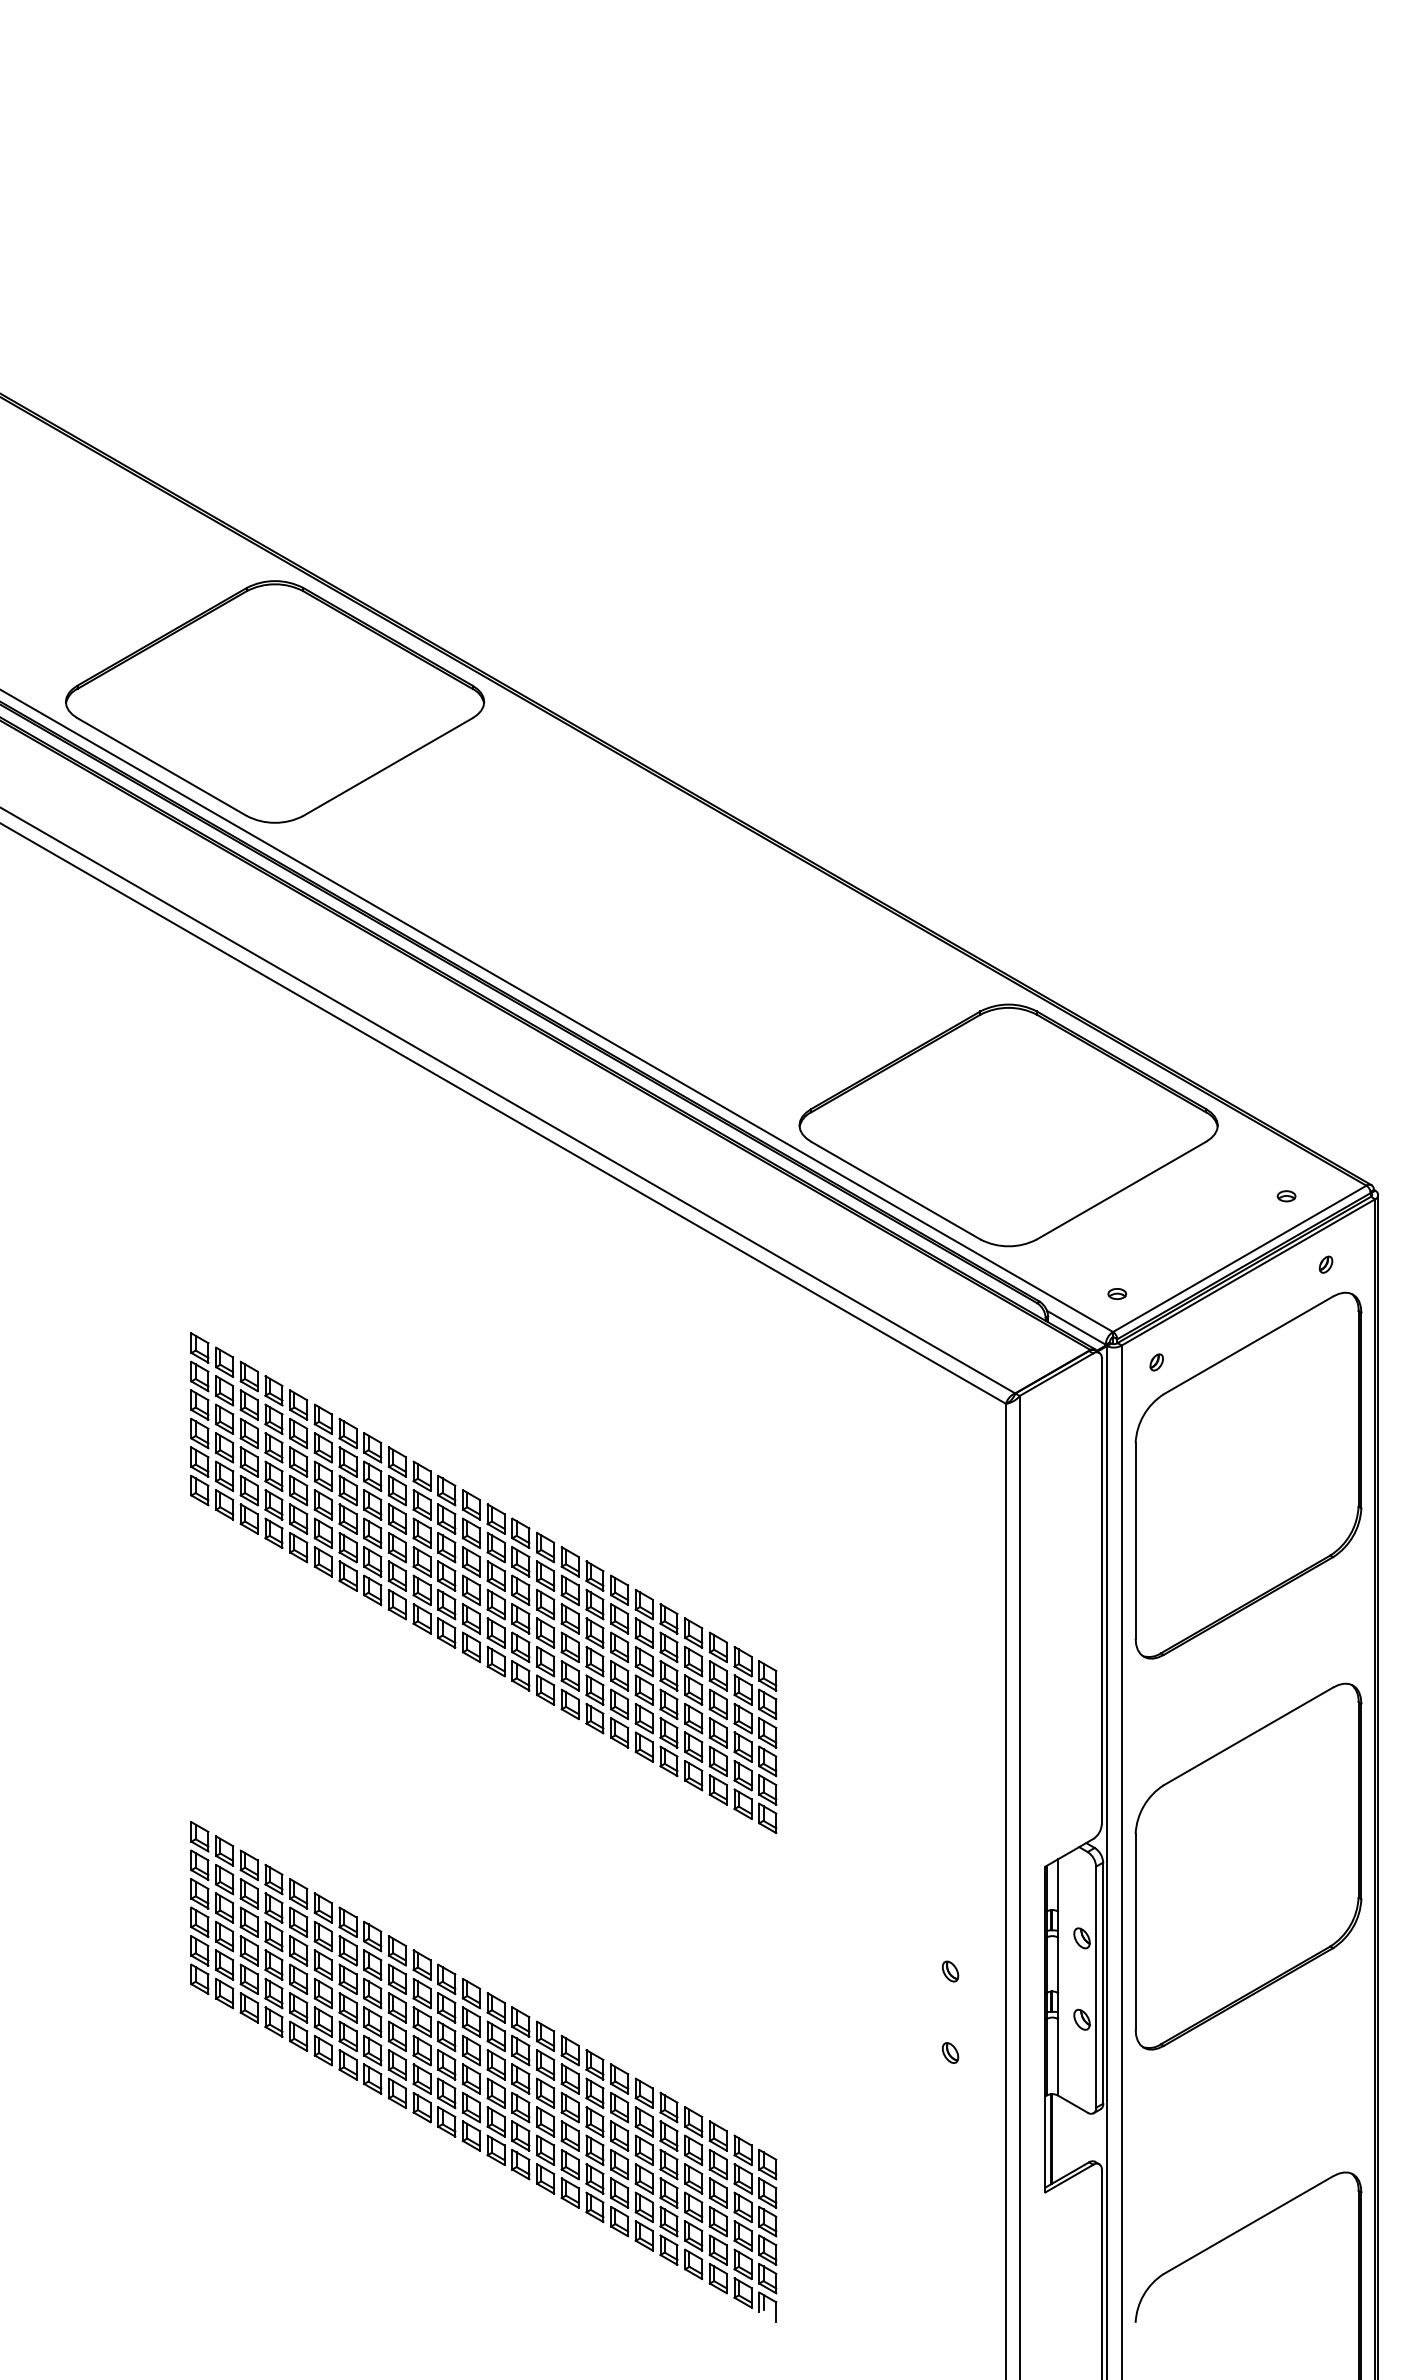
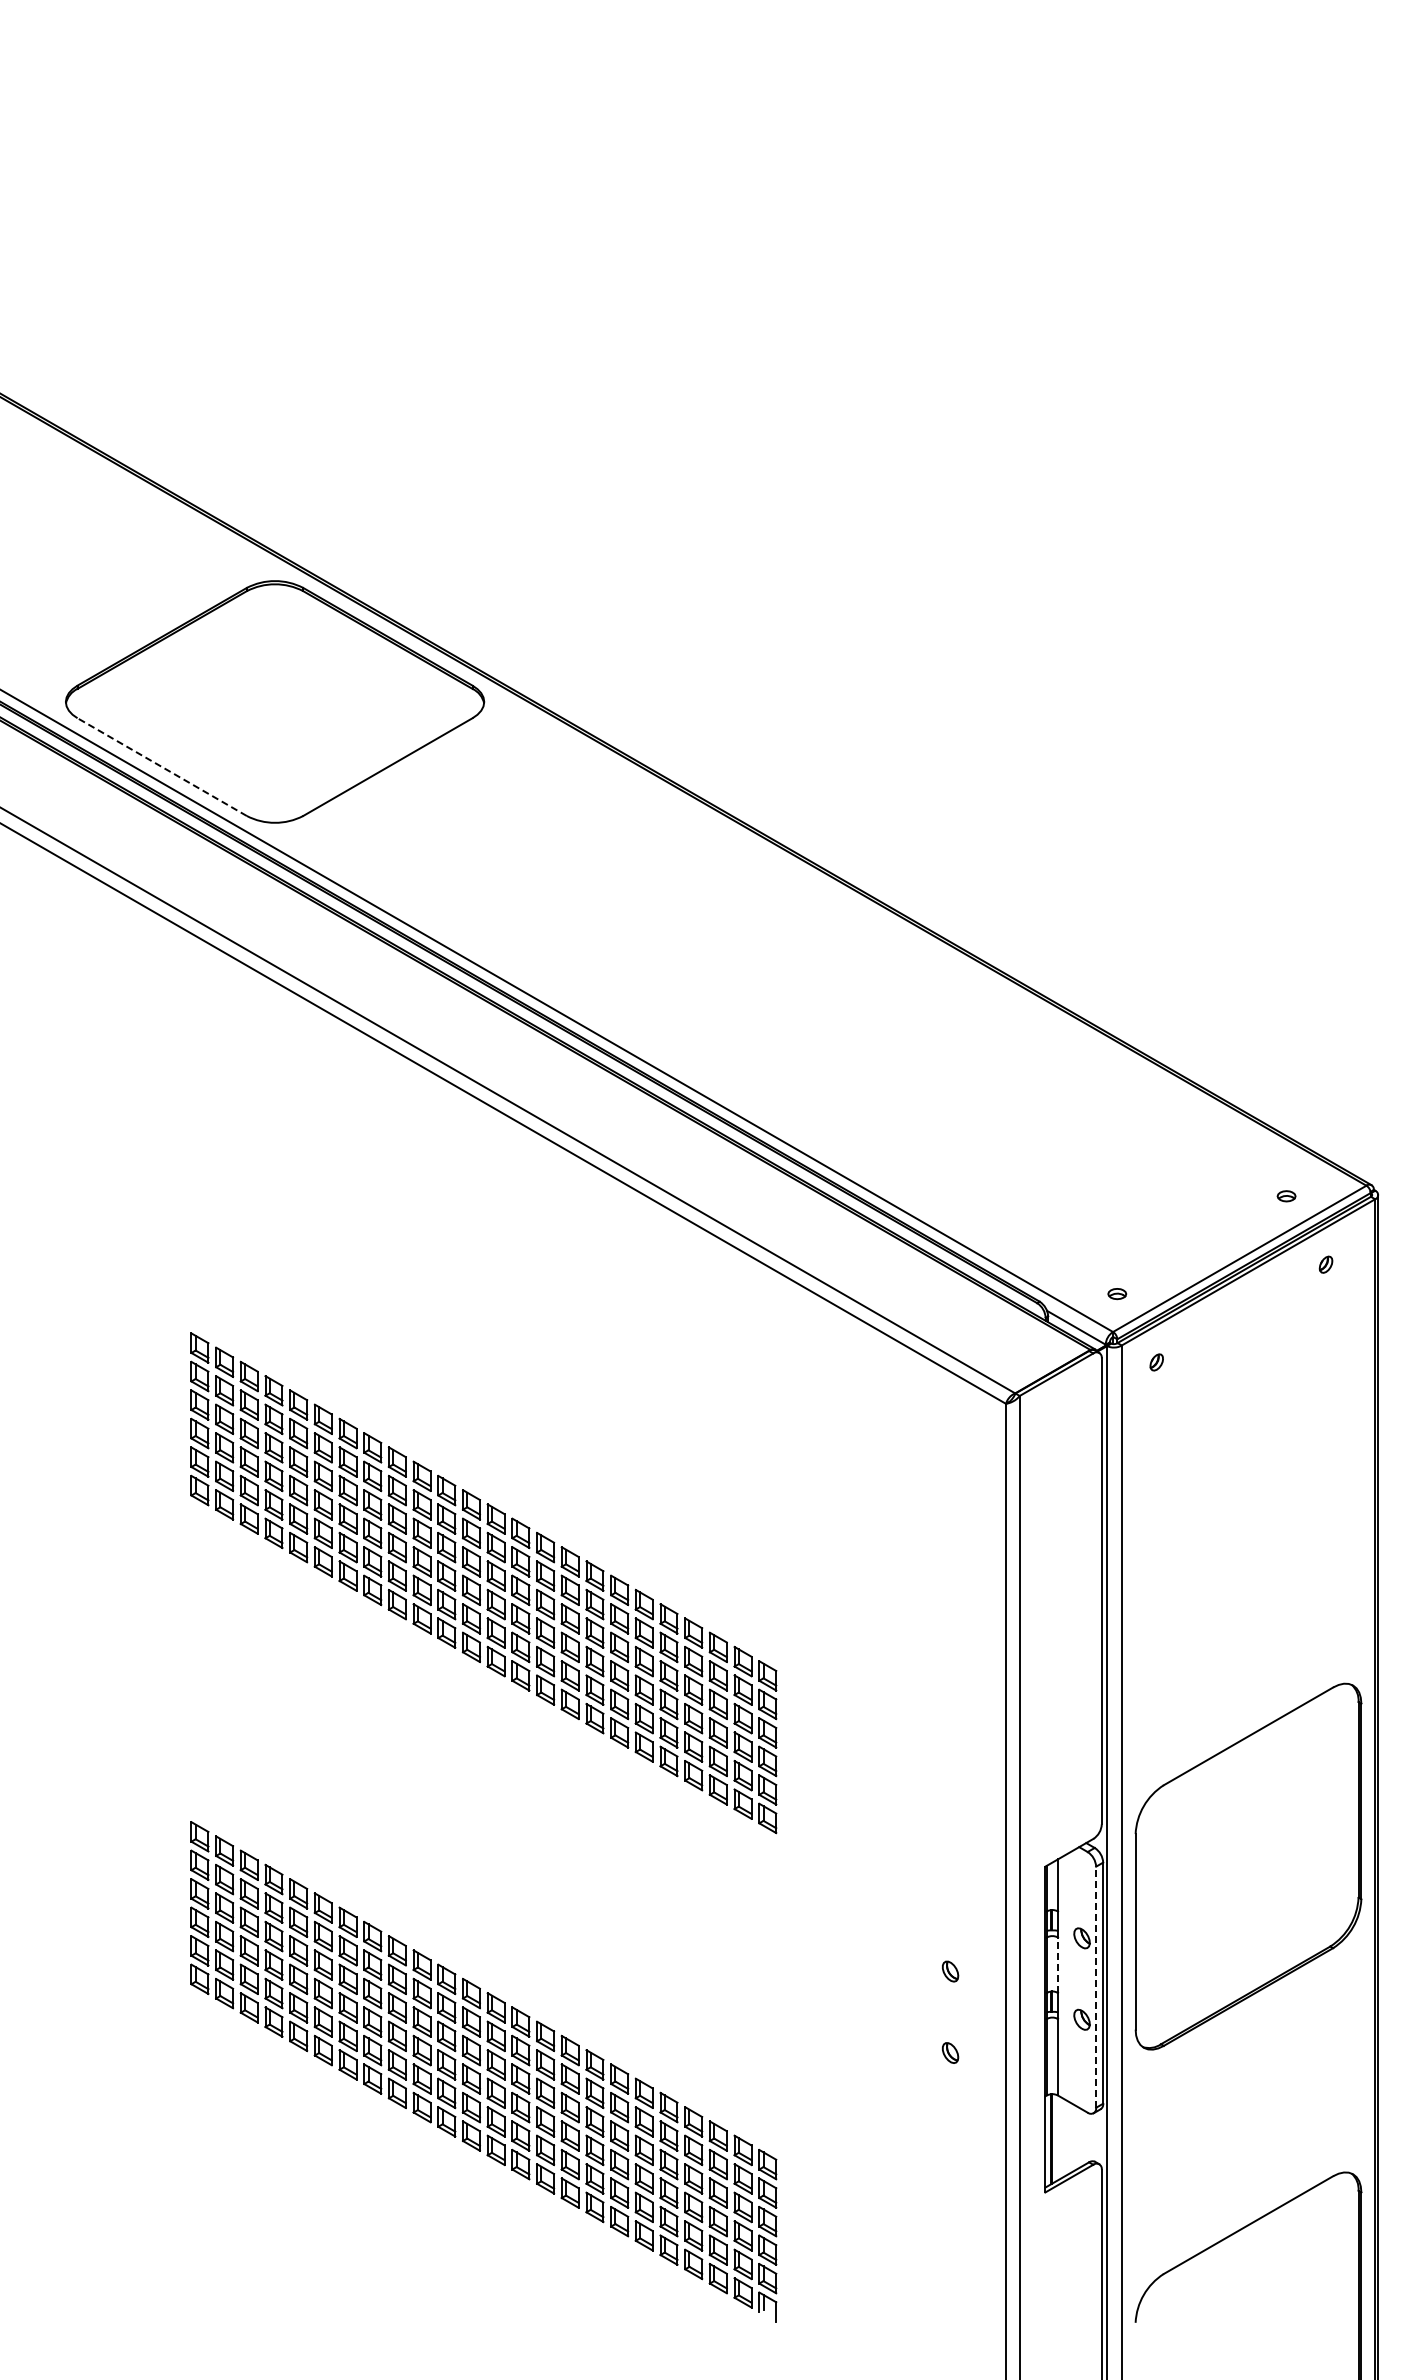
line at (162, 767): solid -> dashed
part at (1008, 1125): present -> none
part at (1248, 1475): present -> none
line at (1057, 1965): solid -> dashed
line at (1096, 1987): solid -> dashed
